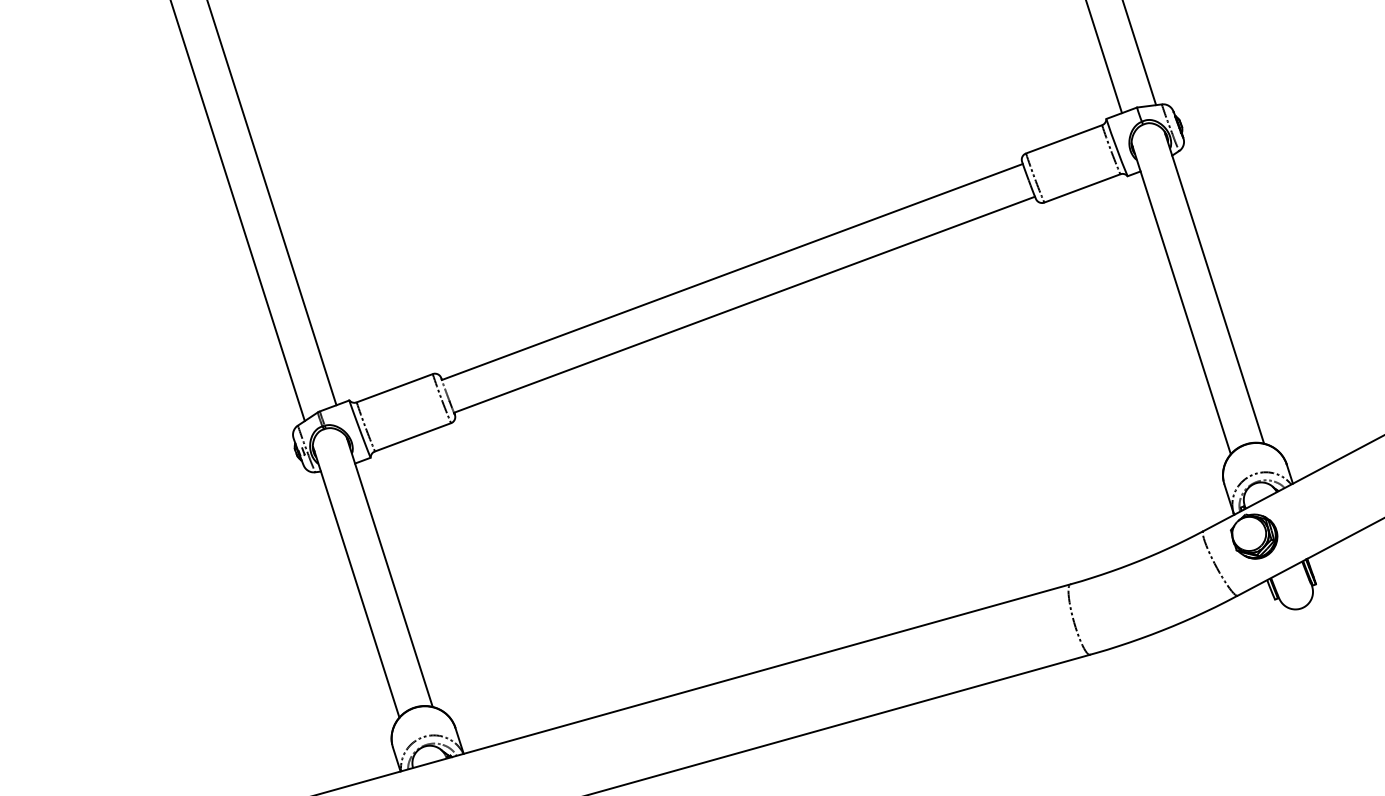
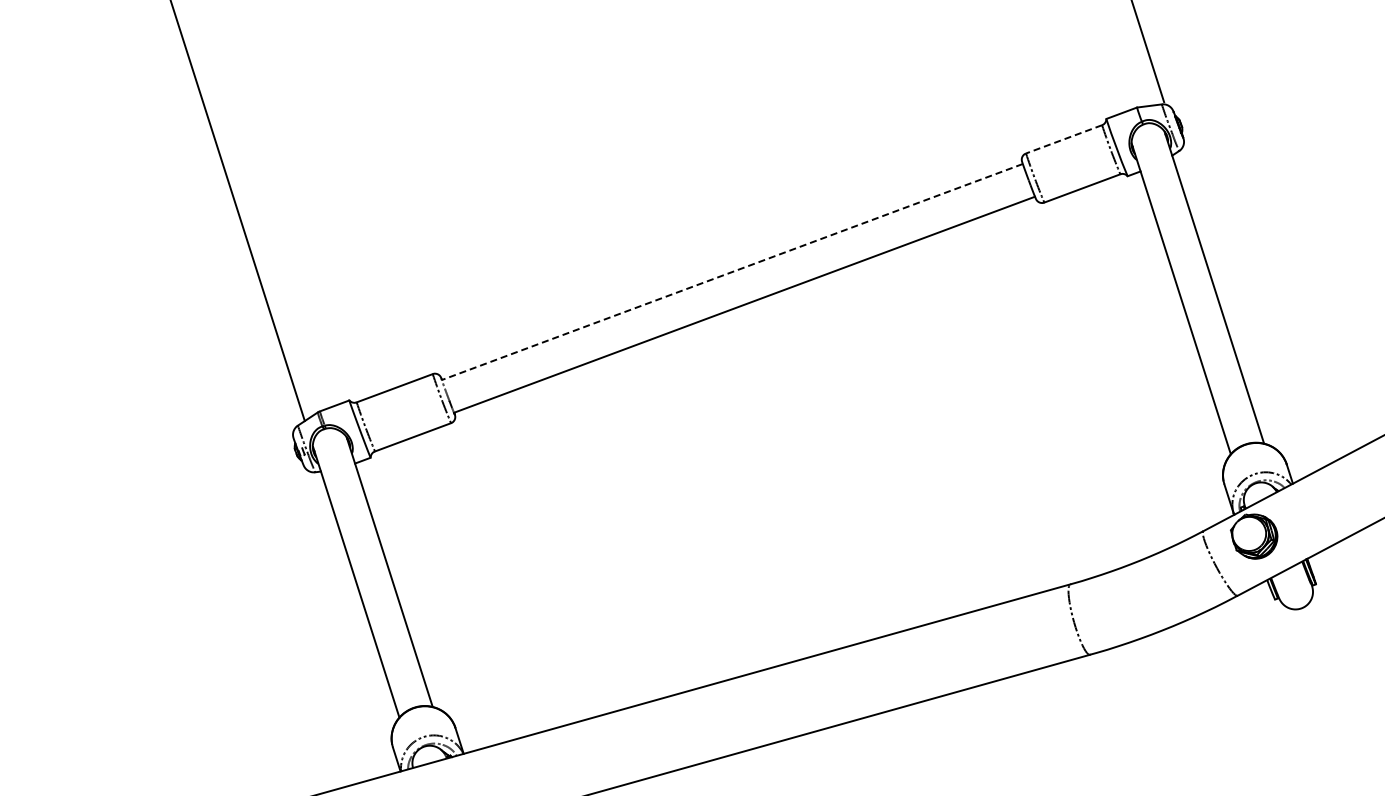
line at (1139, 53) position: (1139, 53) -> (1148, 52)
line at (1104, 57): present -> none
line at (1064, 139): solid -> dashed
line at (271, 203): present -> none
line at (732, 272): solid -> dashed
